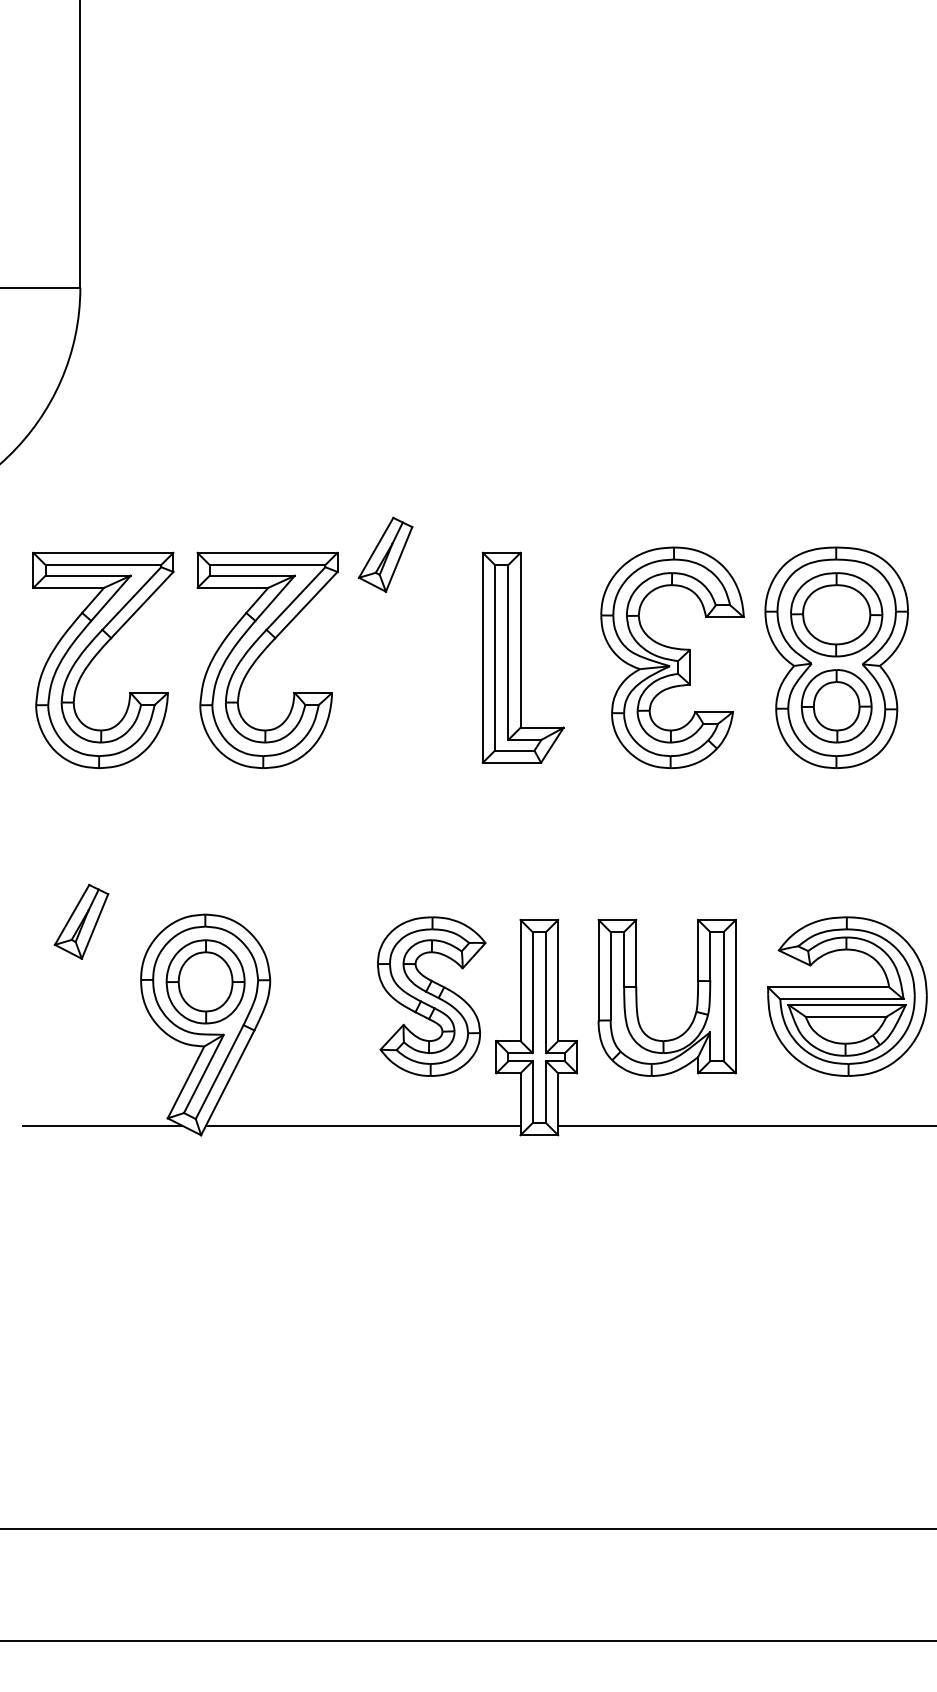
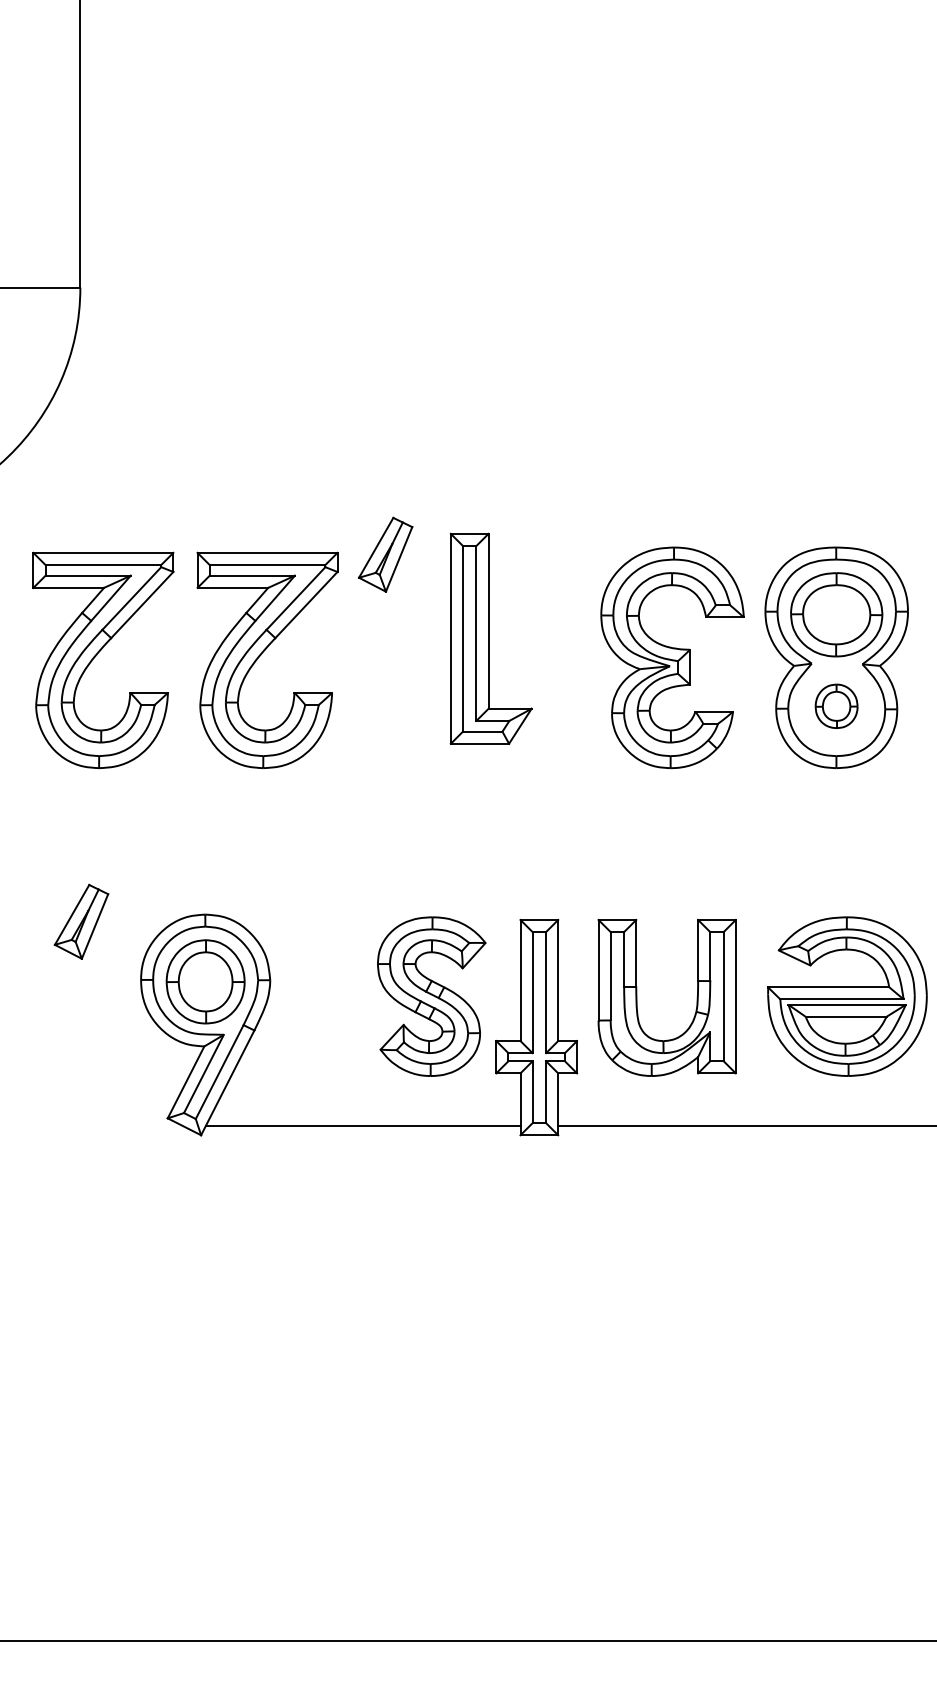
part at (522, 657) position: (522, 657) -> (490, 638)
part at (836, 706) size: 73x75 px -> 45x46 px
line at (102, 1125): present -> none
line at (467, 1528): present -> none
